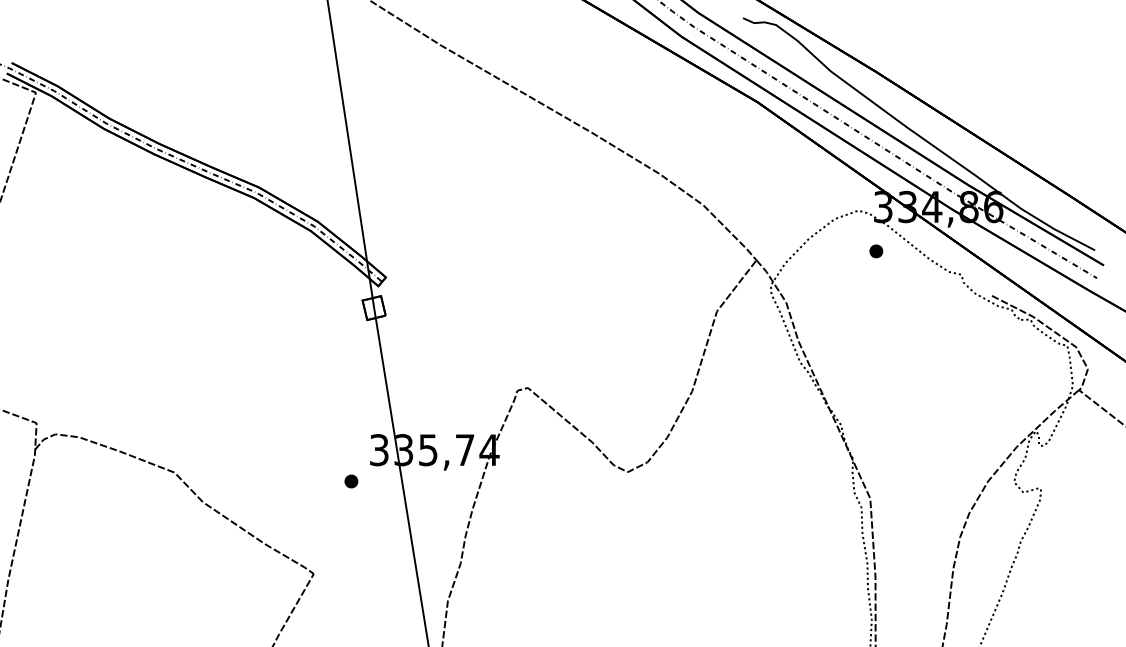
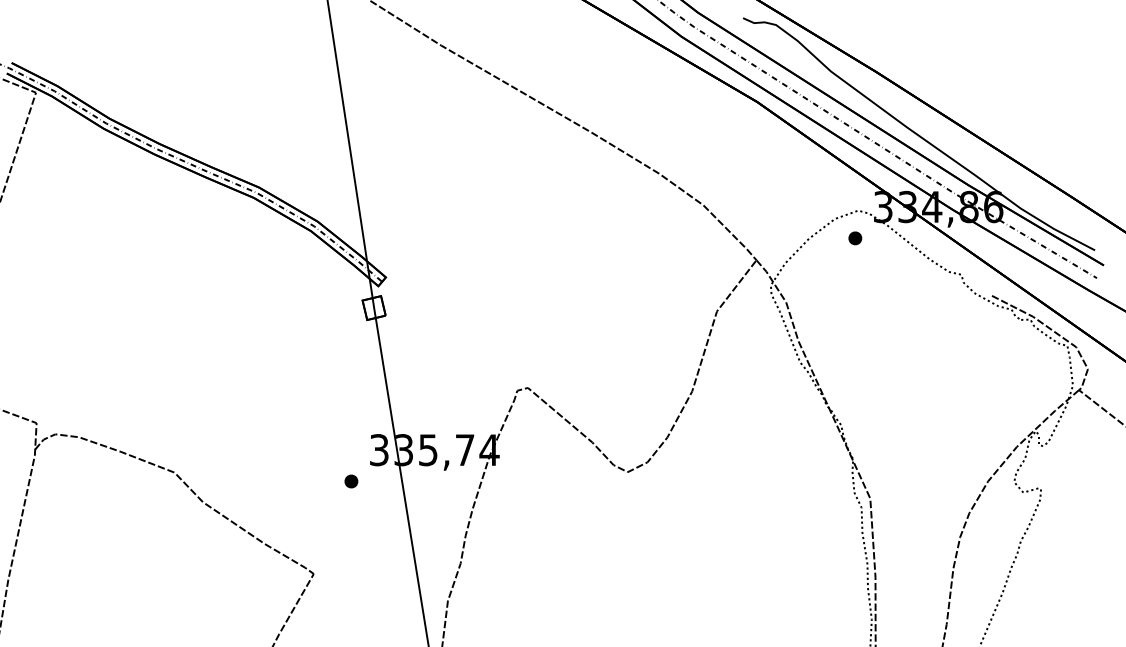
part at (876, 251) position: (876, 251) -> (855, 238)
